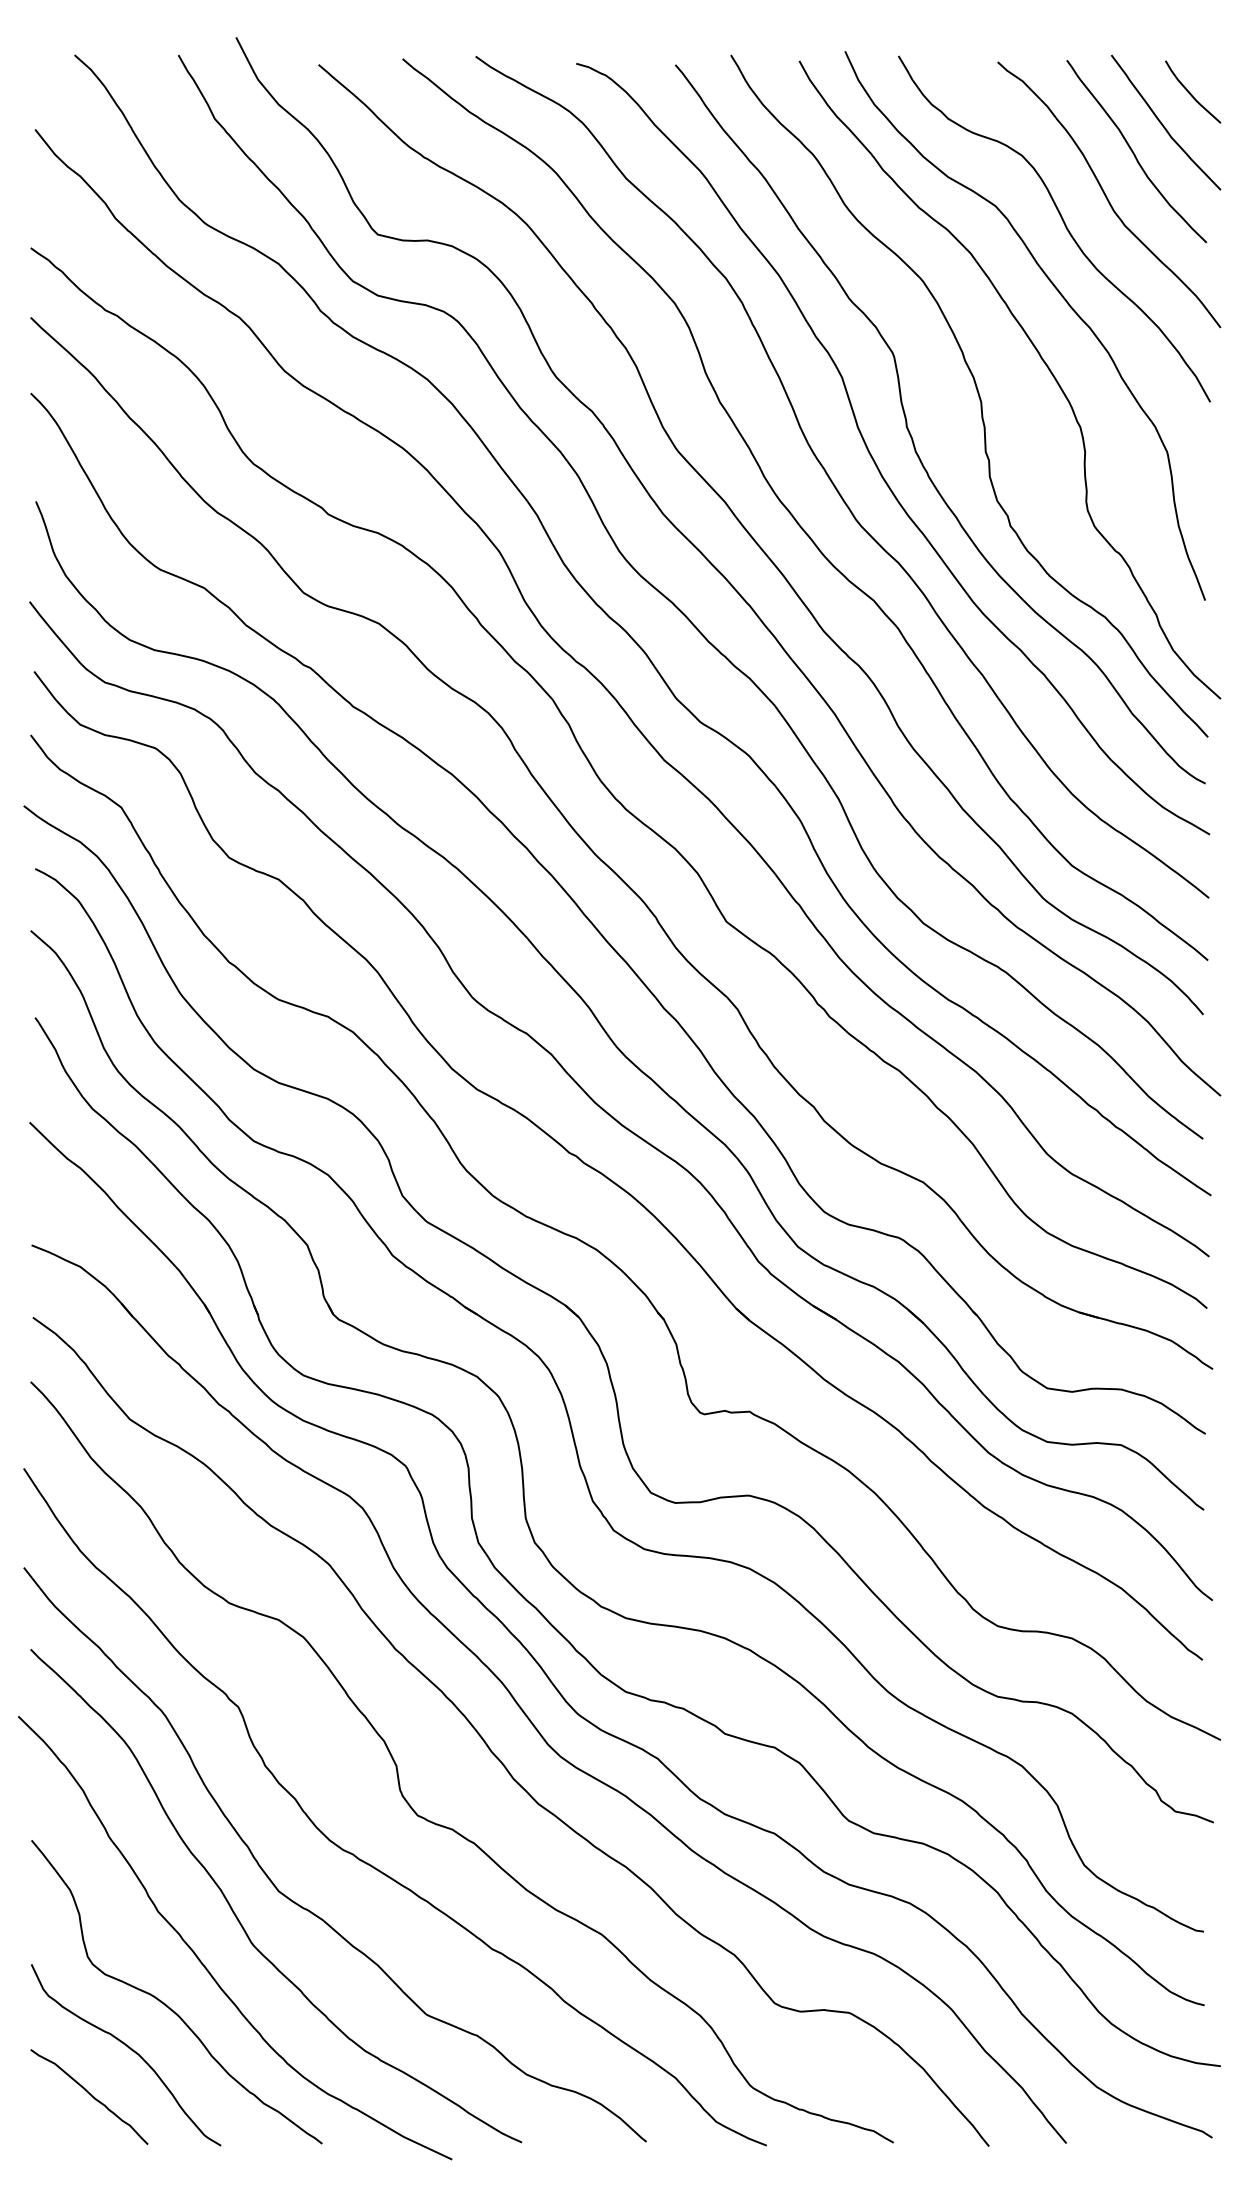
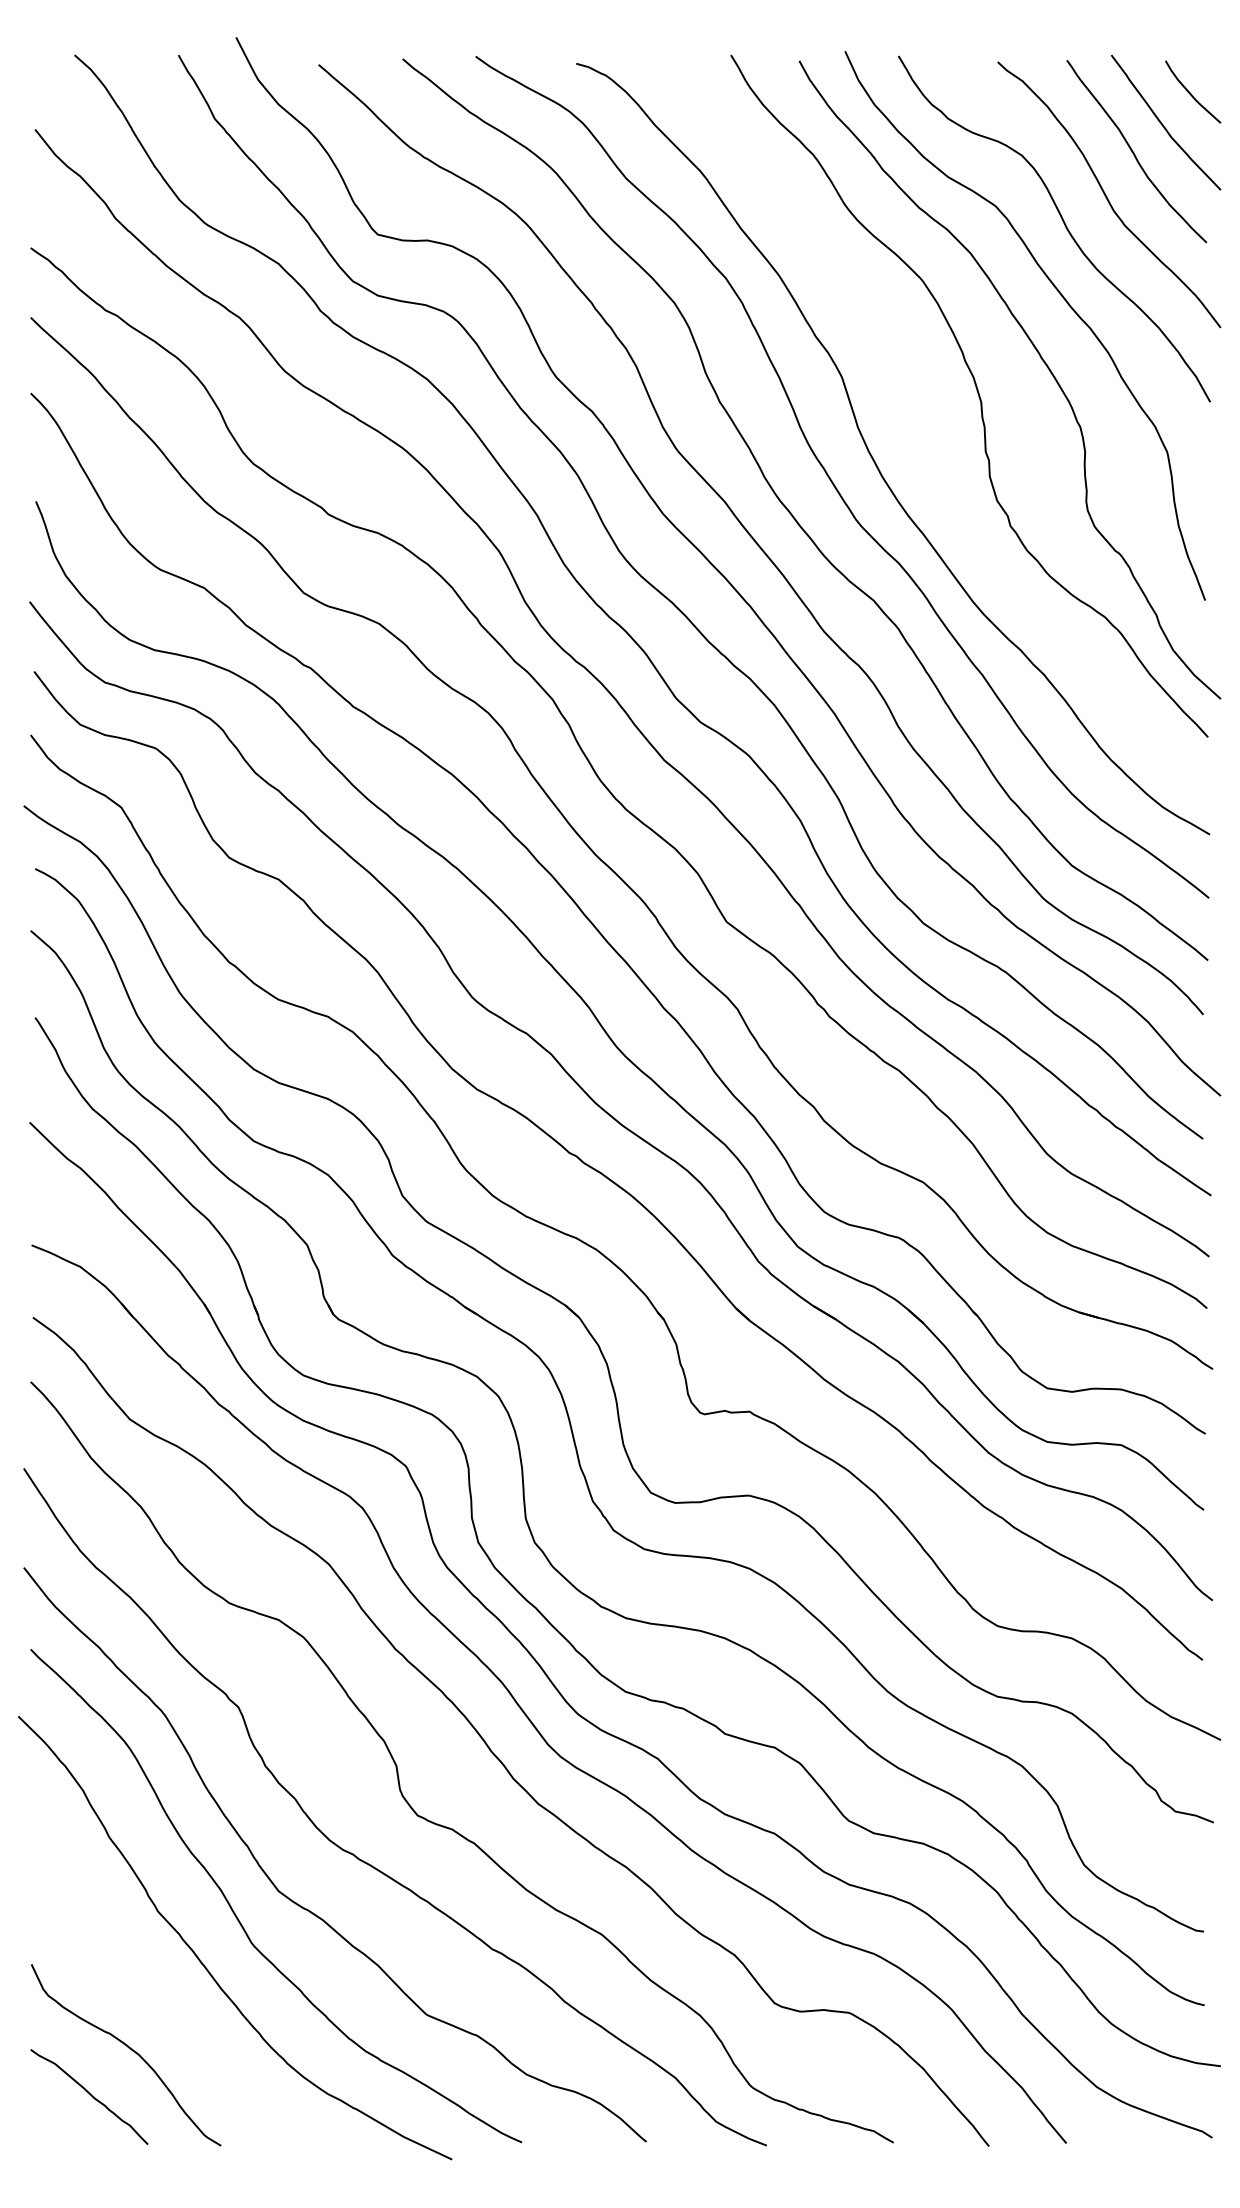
curve at (912, 436): present -> none
curve at (165, 2003): present -> none
